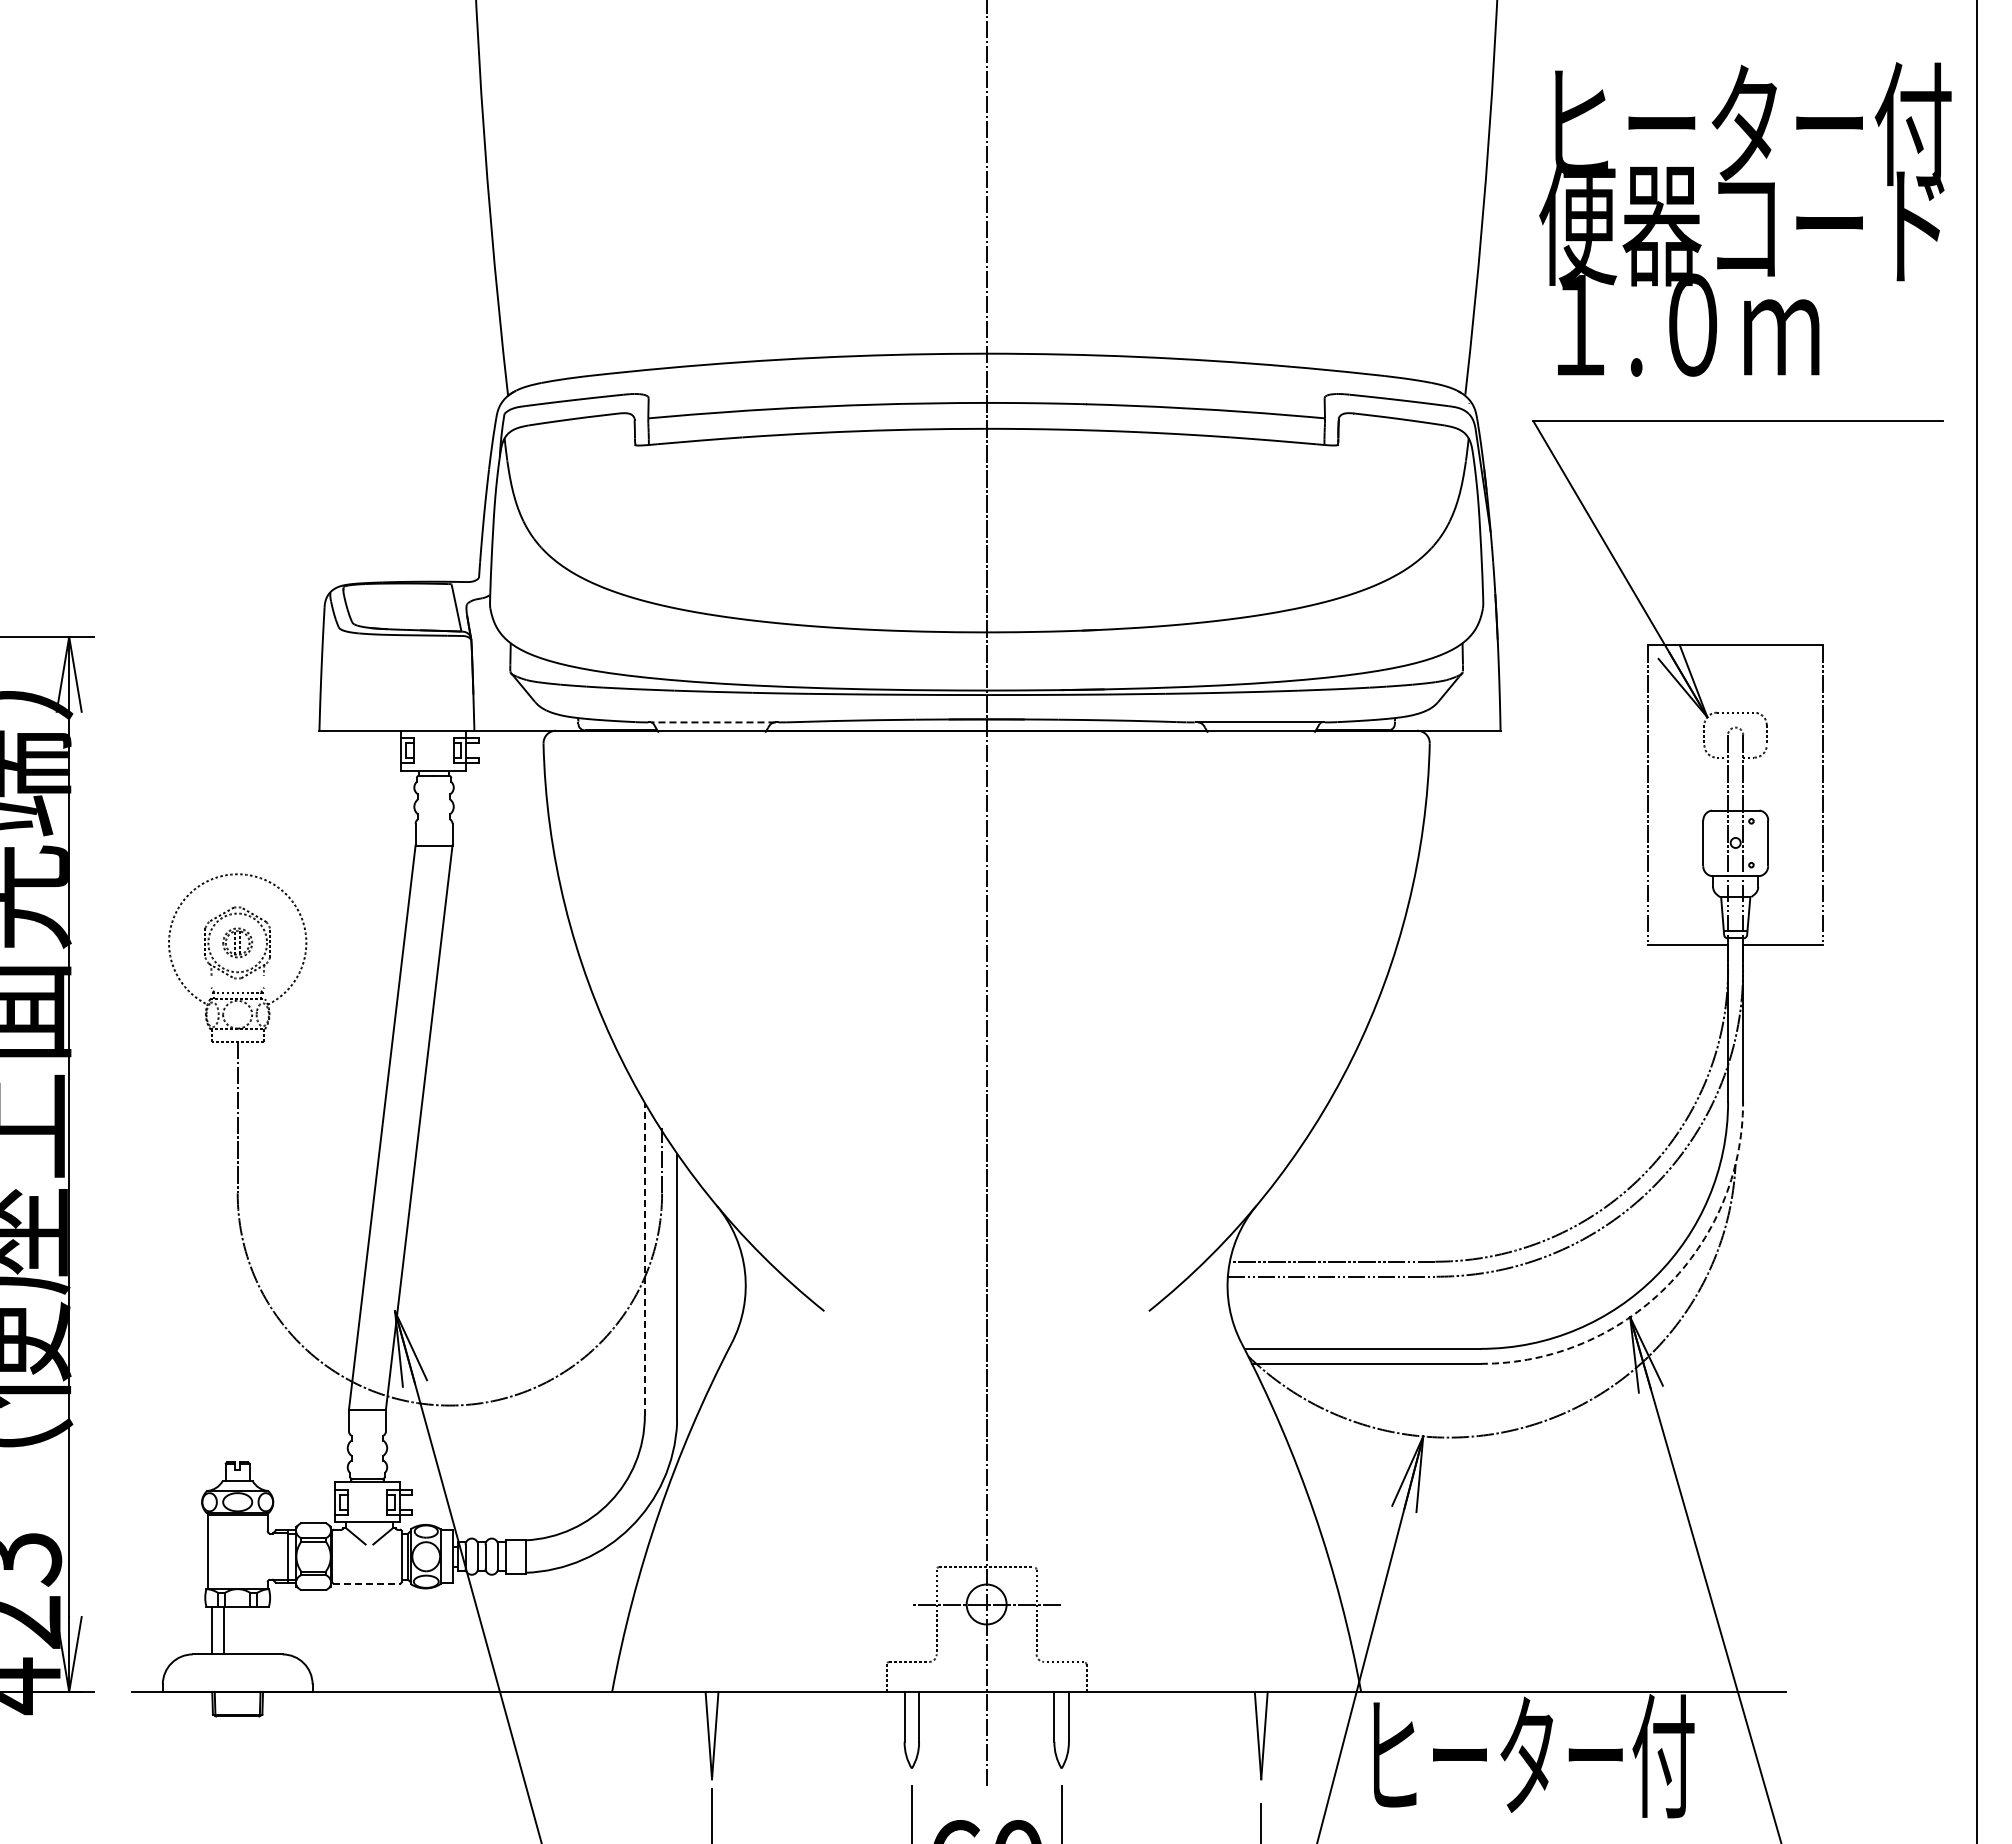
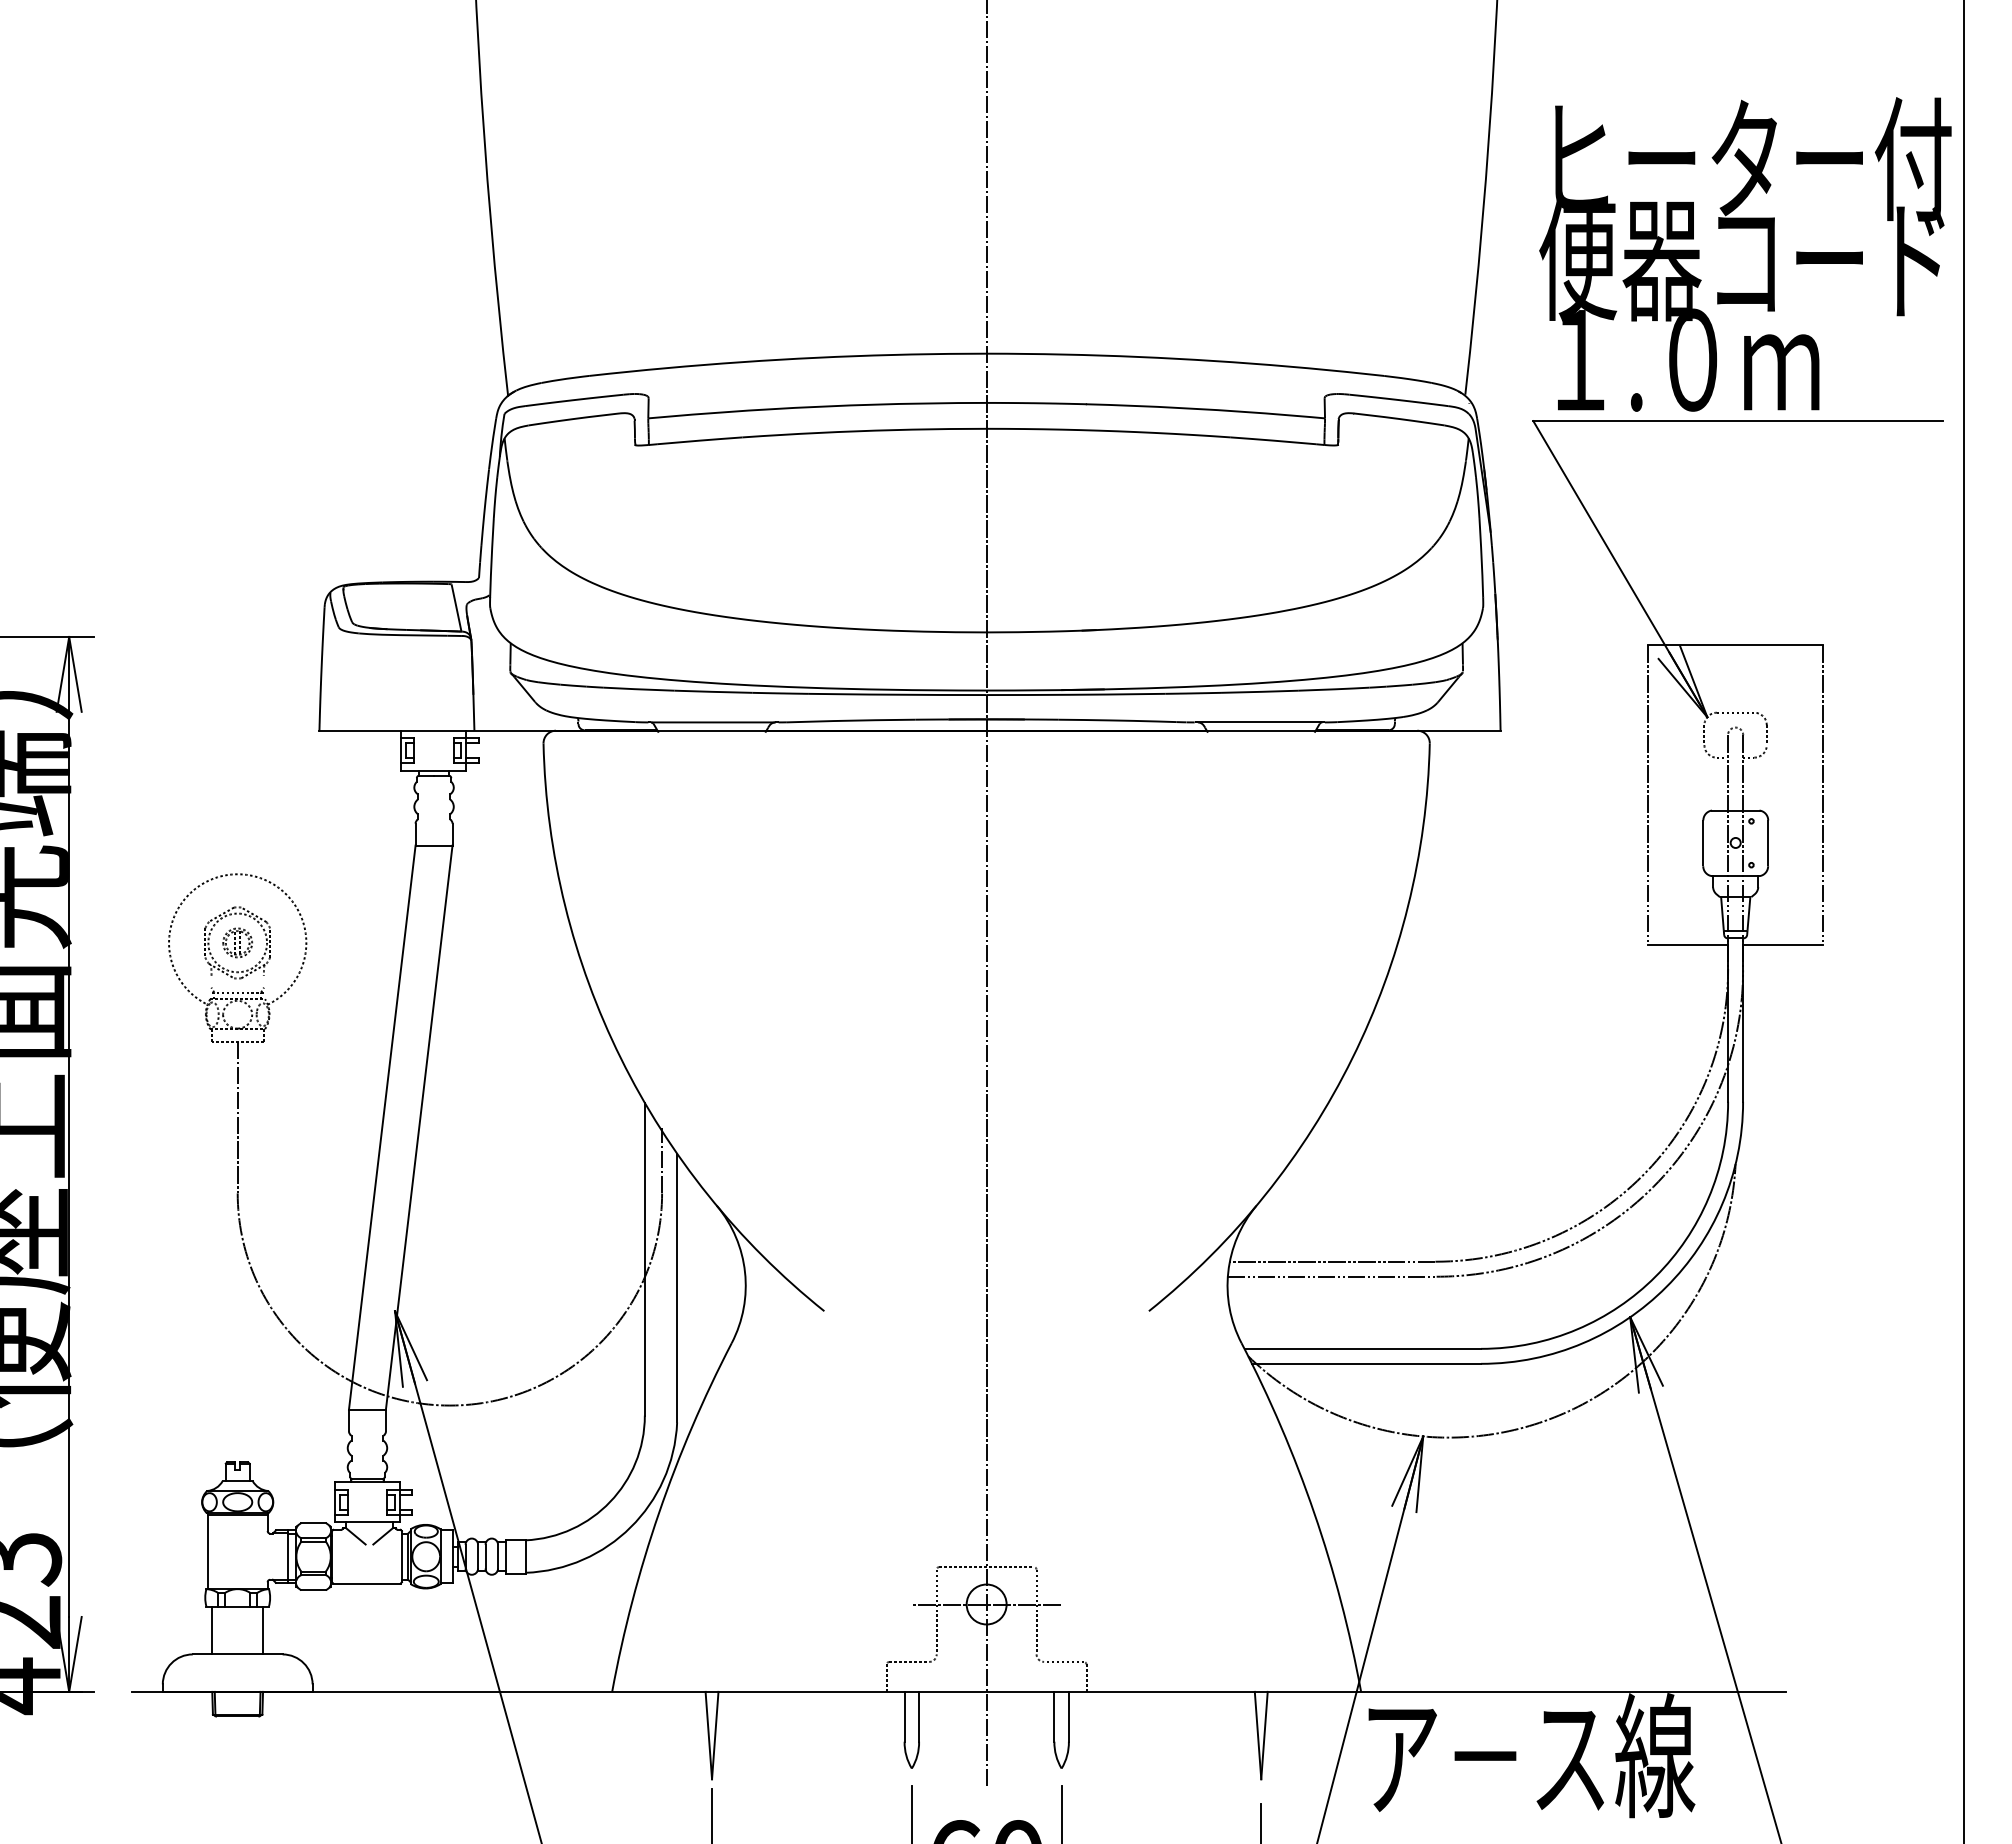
text at (1745, 219) position: (1745, 219) -> (1745, 254)
line at (713, 722): dashed -> solid
line at (1977, 921) position: (1977, 921) -> (1964, 921)
line at (644, 1258): dashed -> solid
arc at (1666, 1287): dashed -> solid
line at (366, 1583): dashed -> solid
line at (224, 1630) position: (224, 1630) -> (263, 1630)
text at (1531, 1755): ヒーター付 -> ア－ス線
